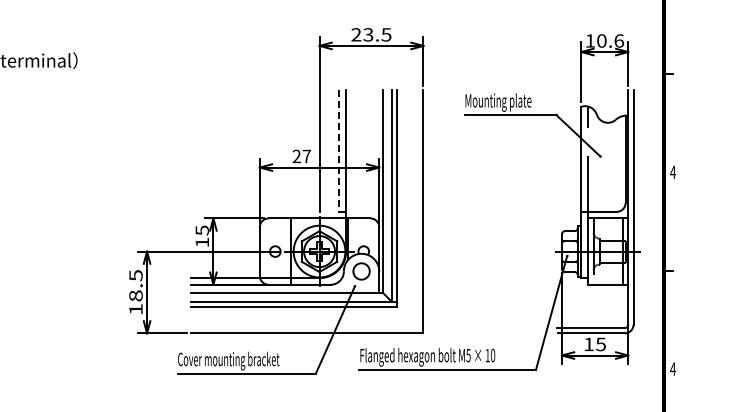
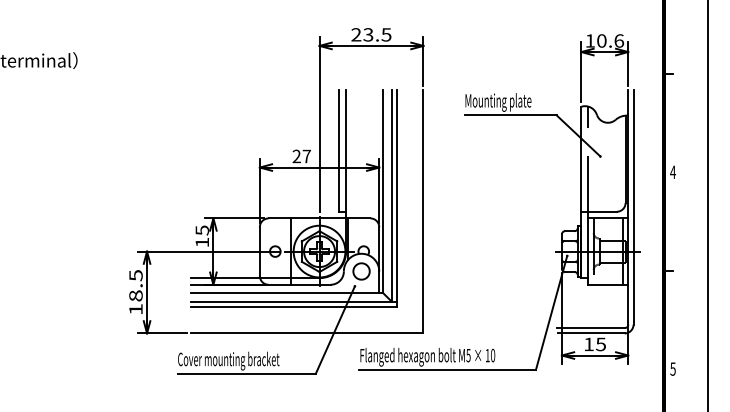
line at (339, 150): dashed -> solid
line at (708, 205): none -> present
text at (673, 368): 4 -> 5
